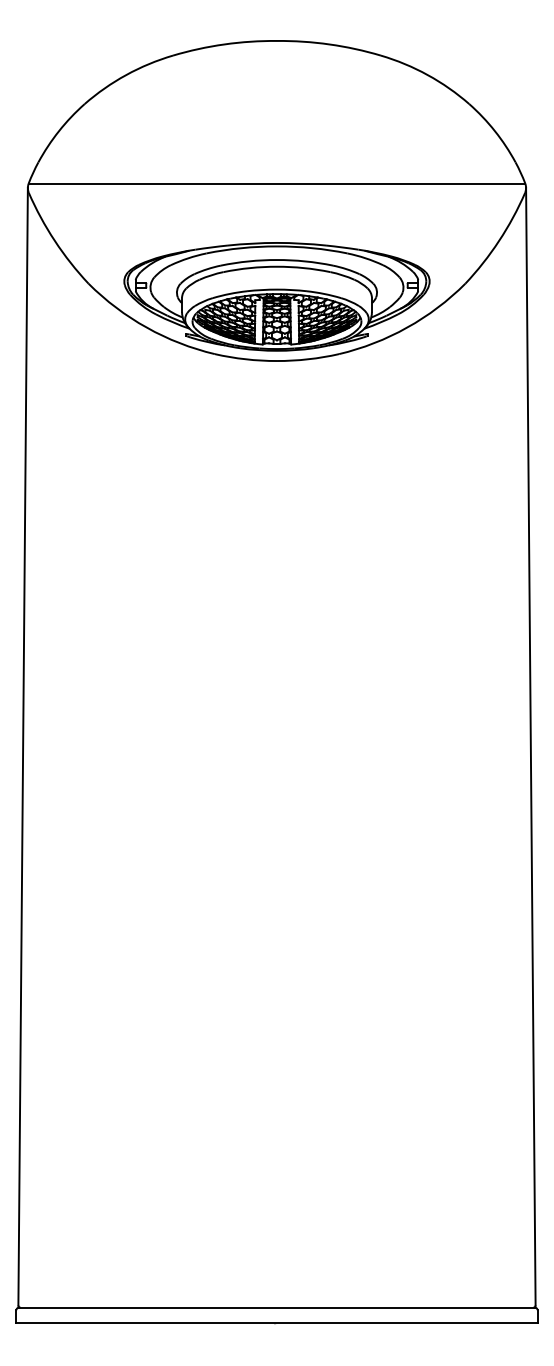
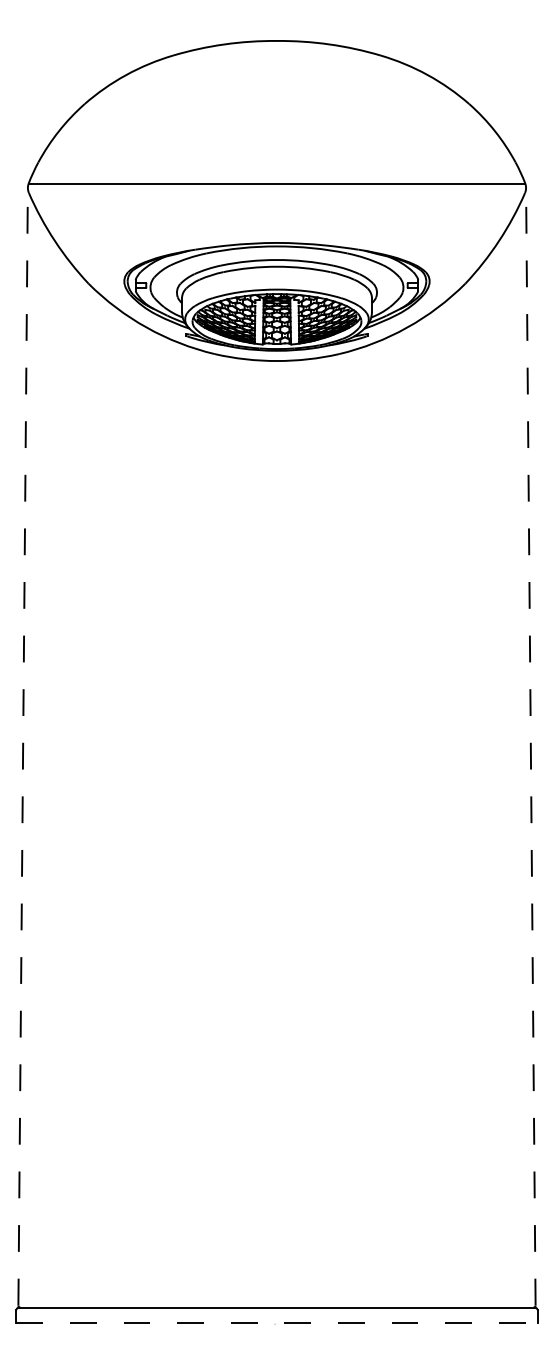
line at (23, 746): solid -> dashed
line at (530, 746): solid -> dashed
line at (277, 1323): solid -> dashed
